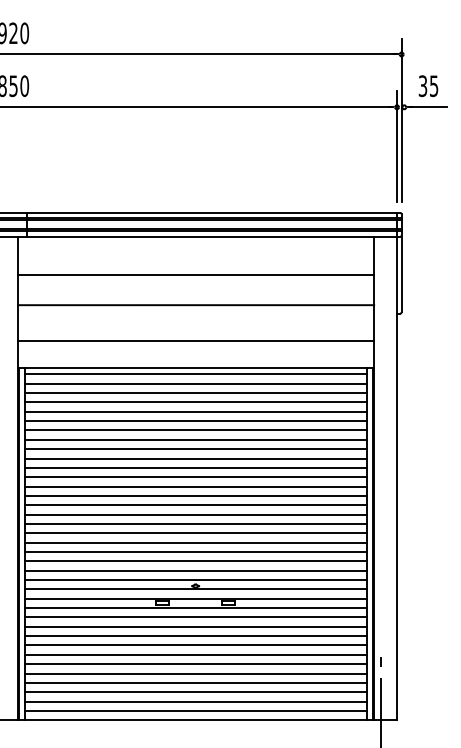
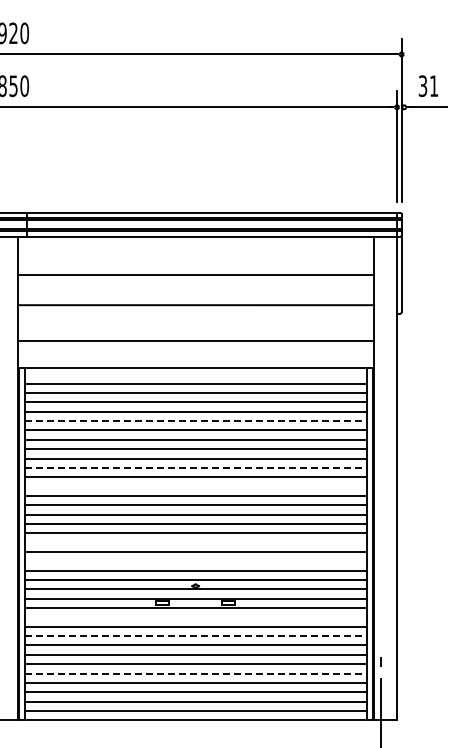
text at (434, 86): 35 -> 31
line at (195, 374): present -> none
line at (195, 421): solid -> dashed
line at (195, 467): solid -> dashed
line at (195, 486): present -> none
line at (195, 542): present -> none
line at (195, 561): present -> none
line at (195, 617): present -> none
line at (195, 636): solid -> dashed
line at (195, 673): solid -> dashed
